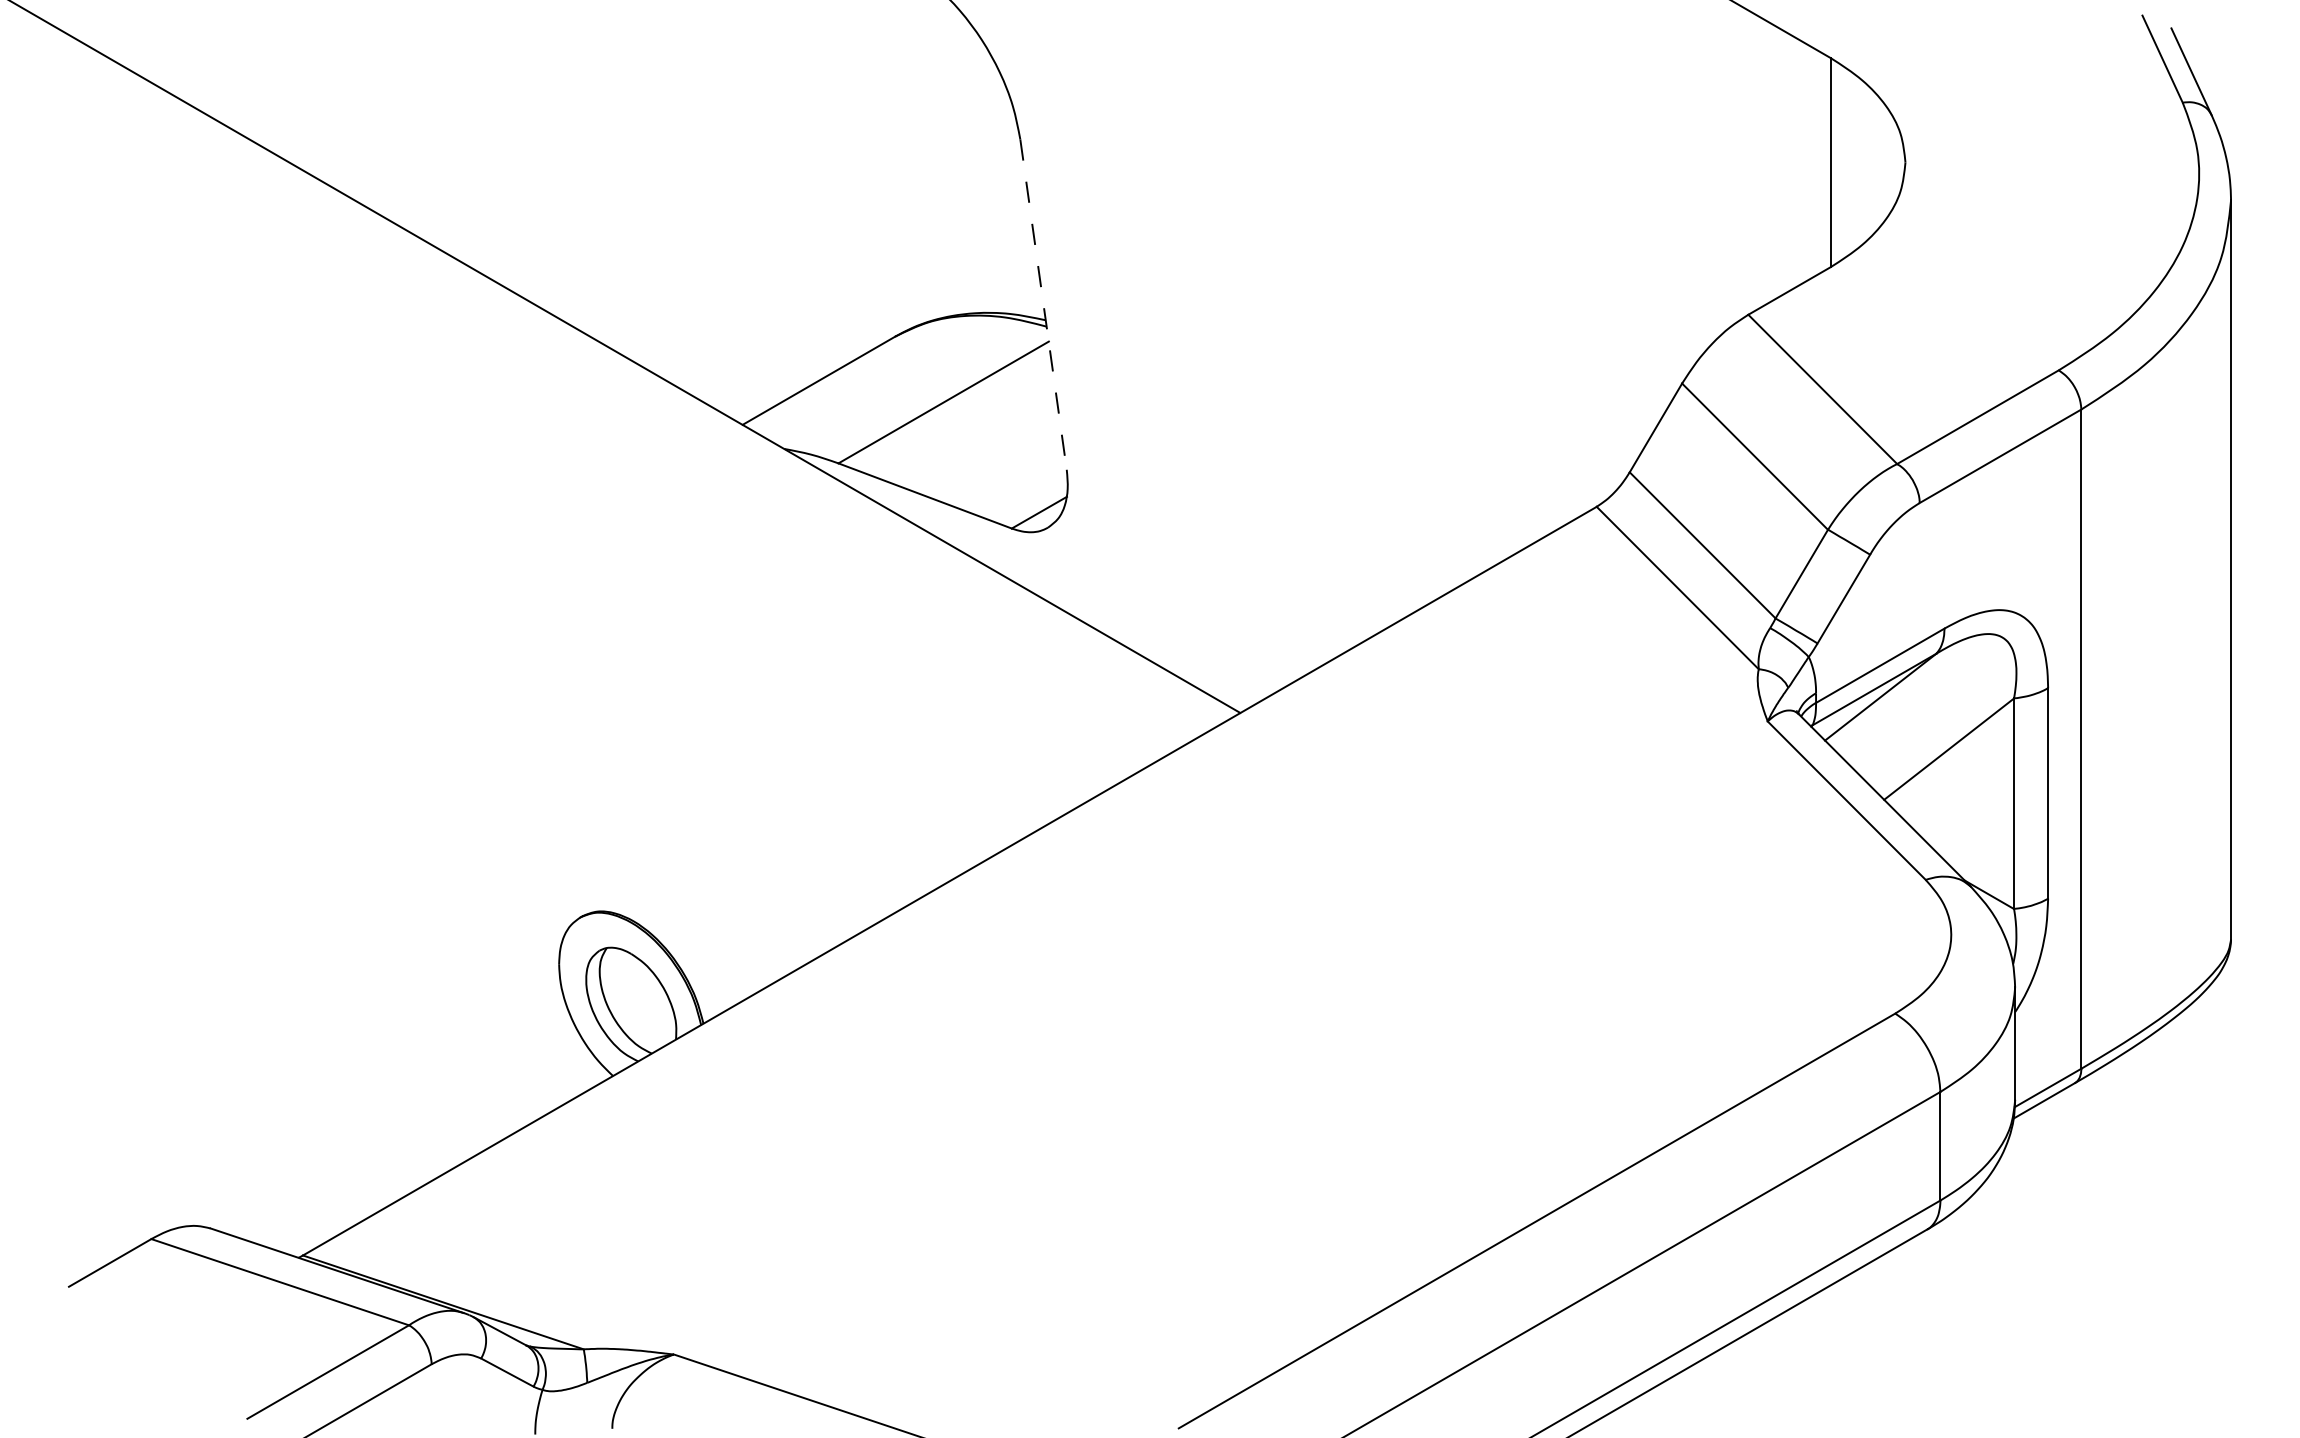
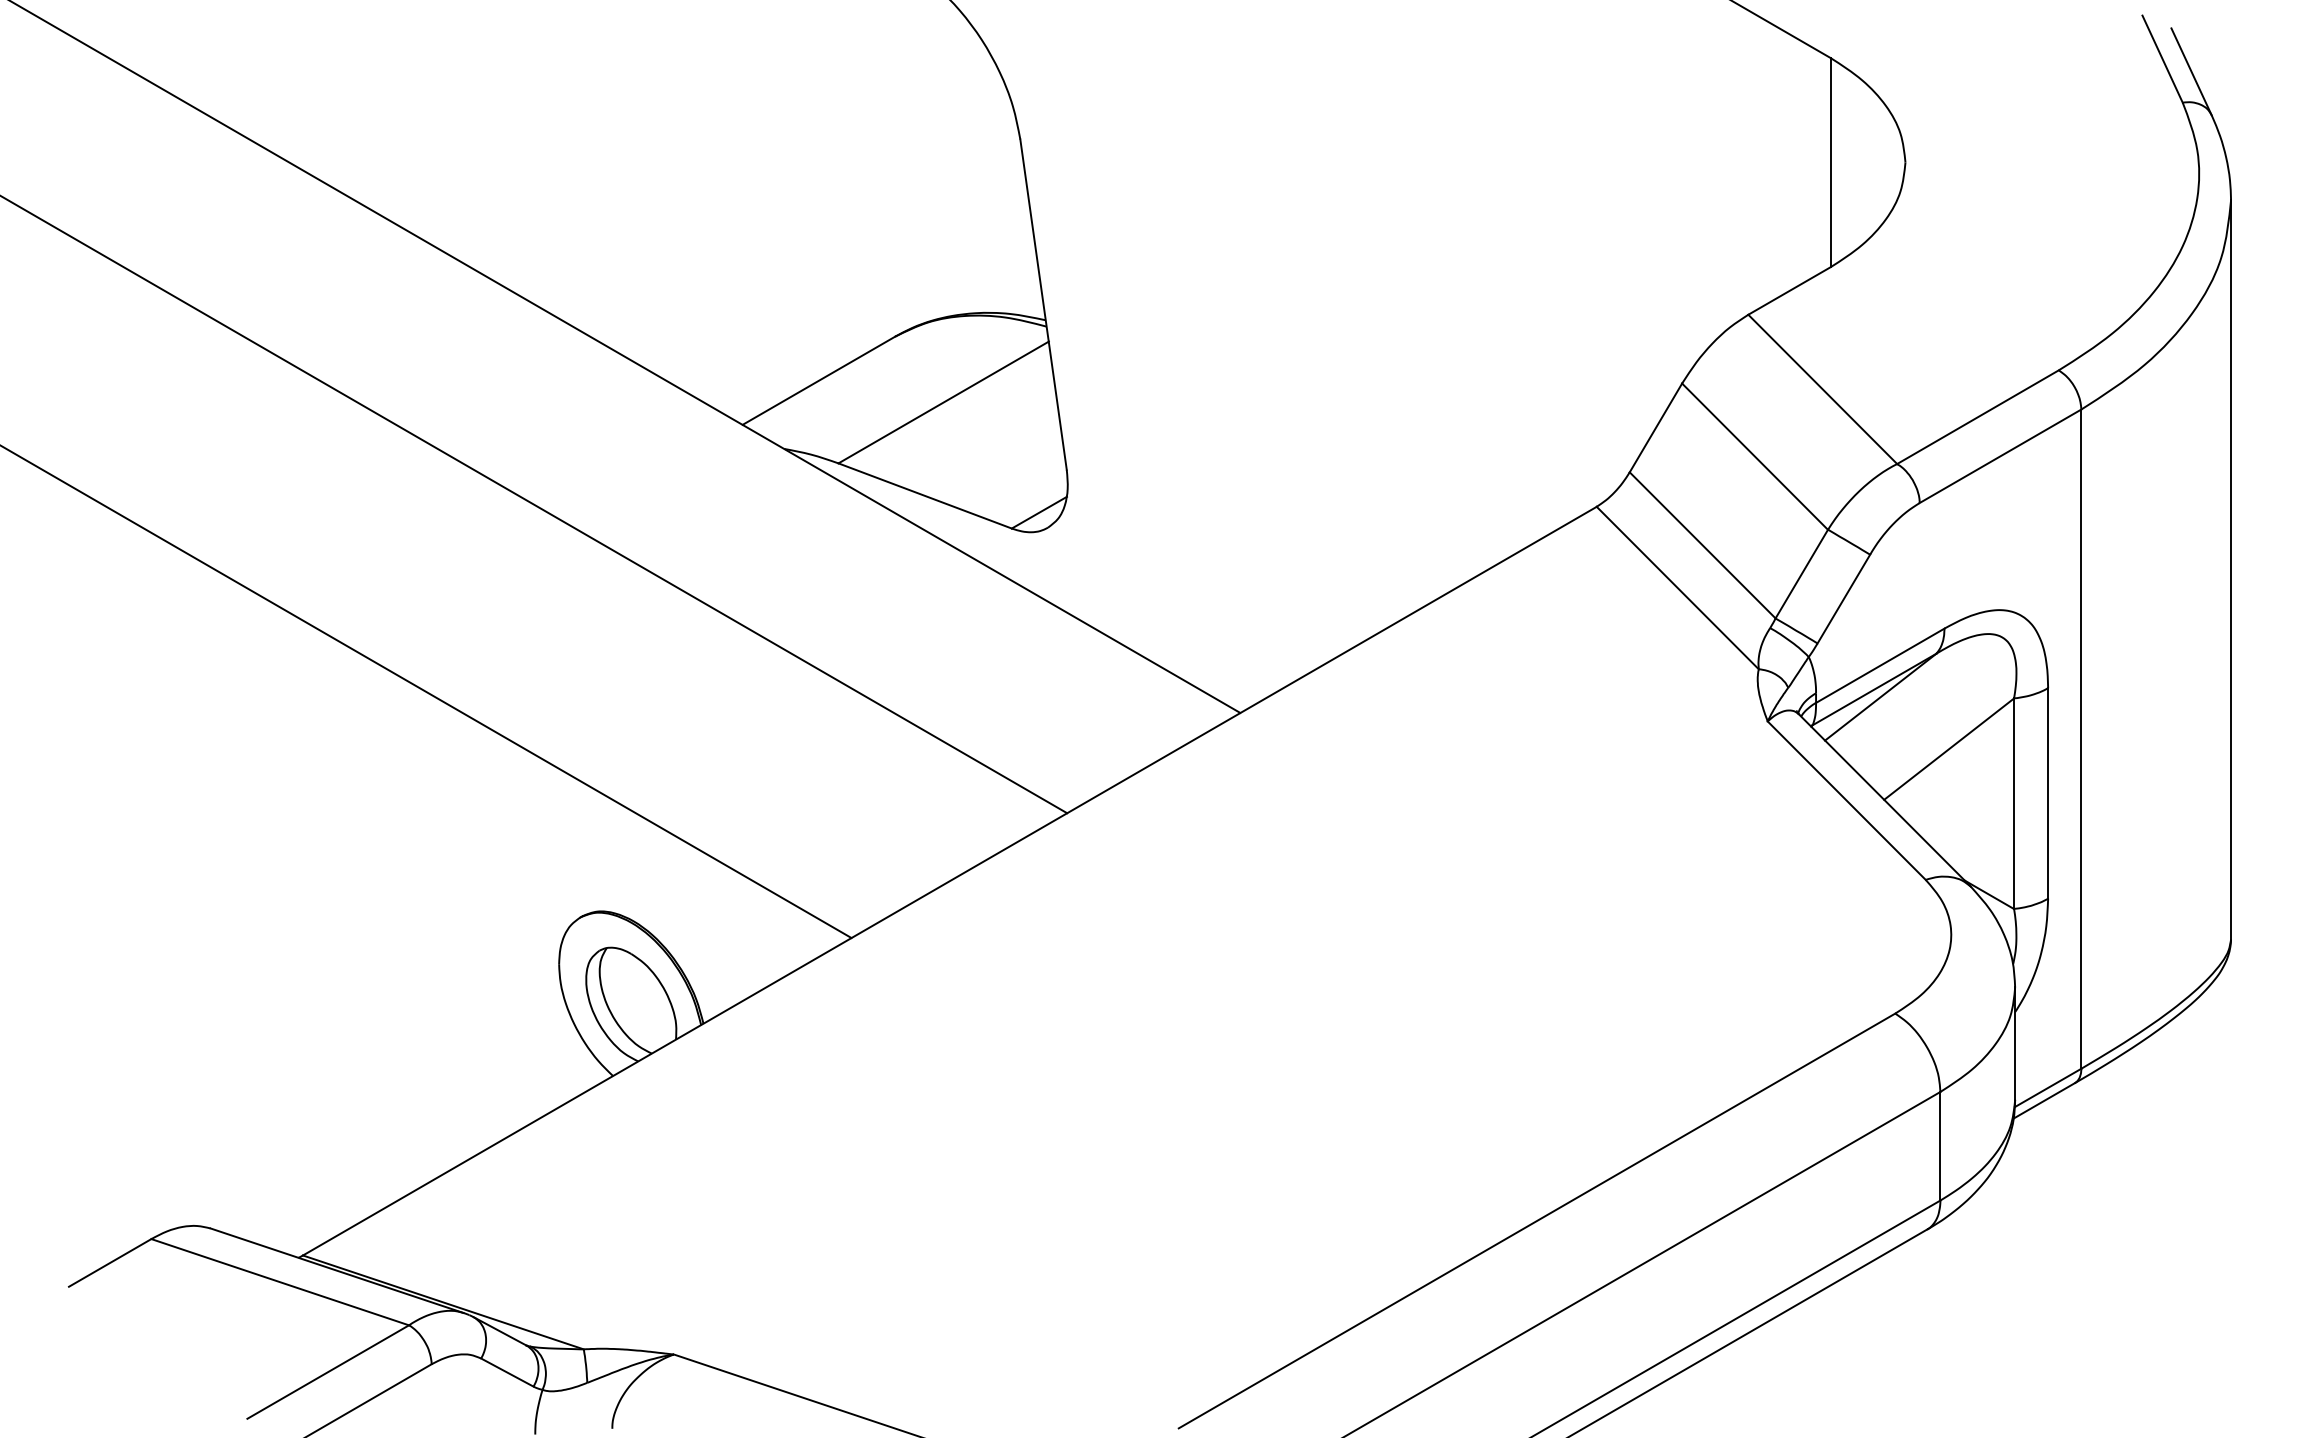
line at (1043, 304): dashed -> solid
line at (534, 505): none -> present
line at (426, 692): none -> present
